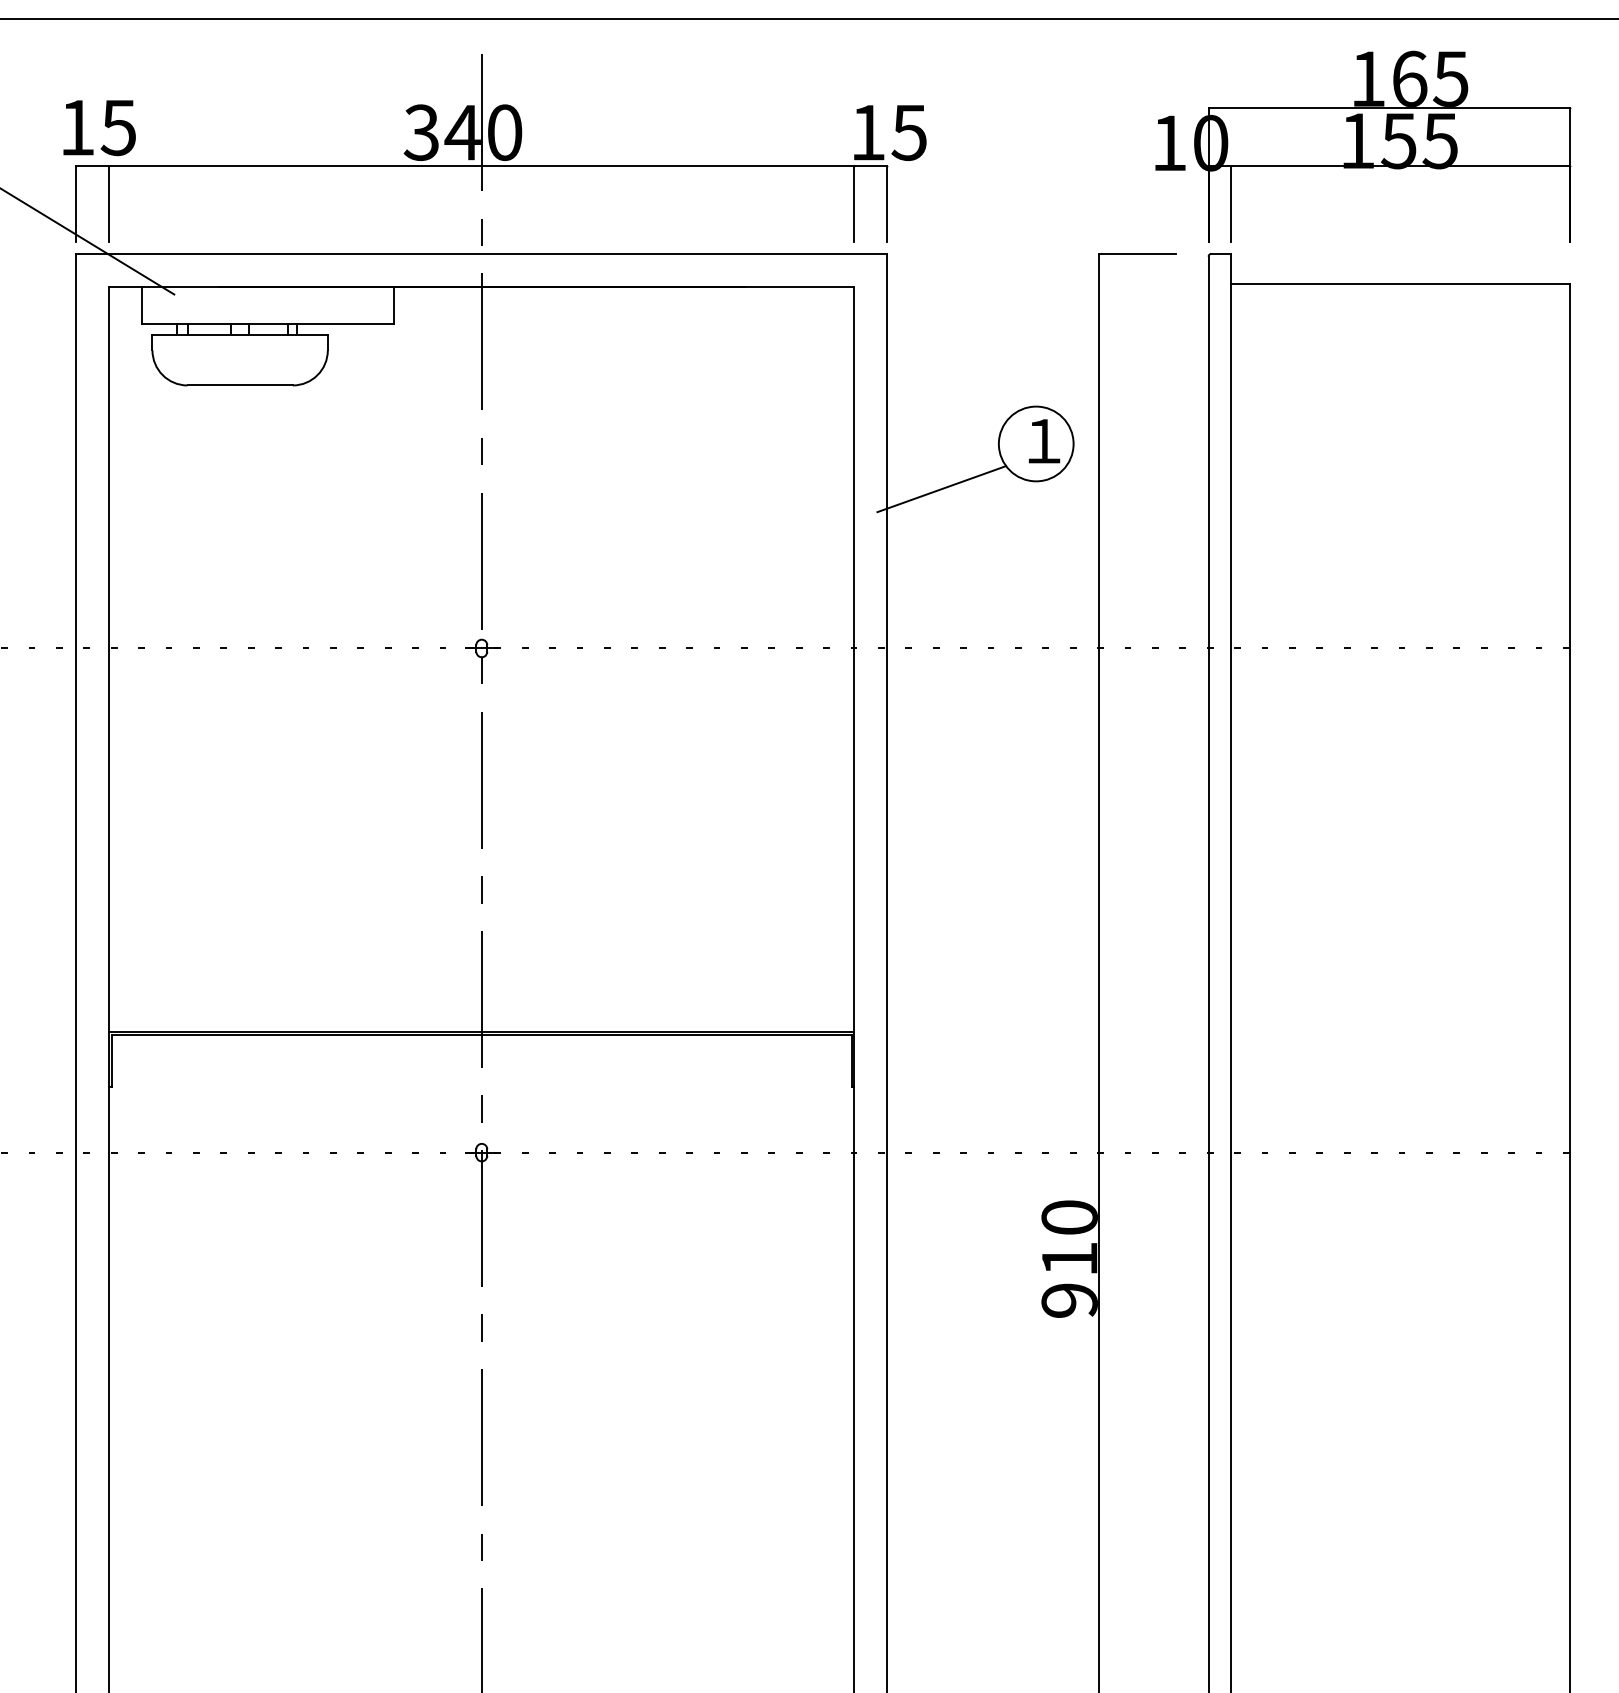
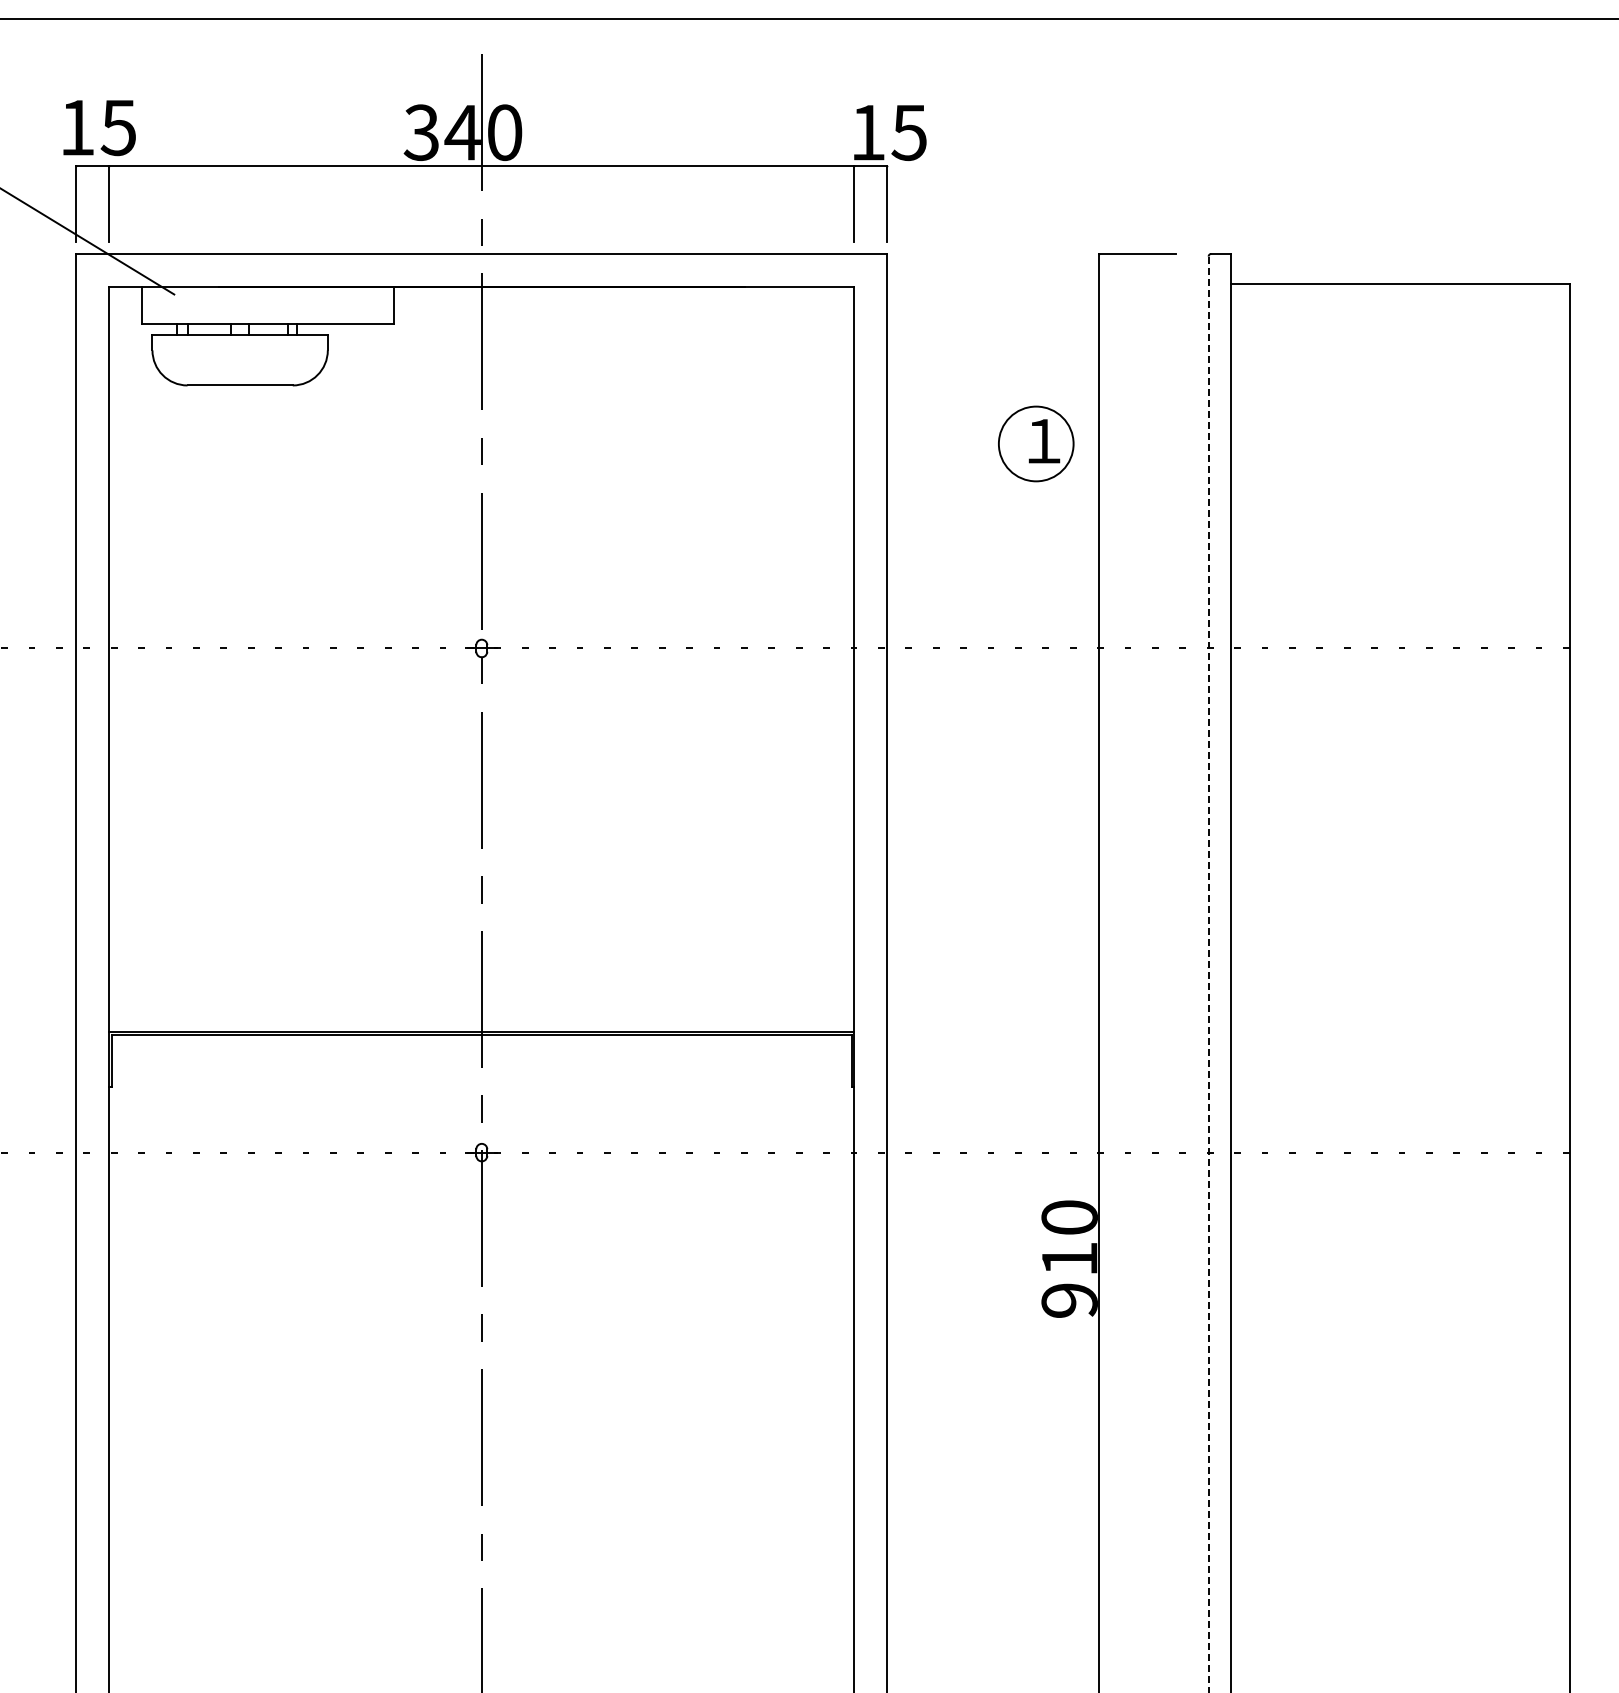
part at (1363, 146): present -> none
line at (941, 489): present -> none
line at (1208, 974): solid -> dashed
